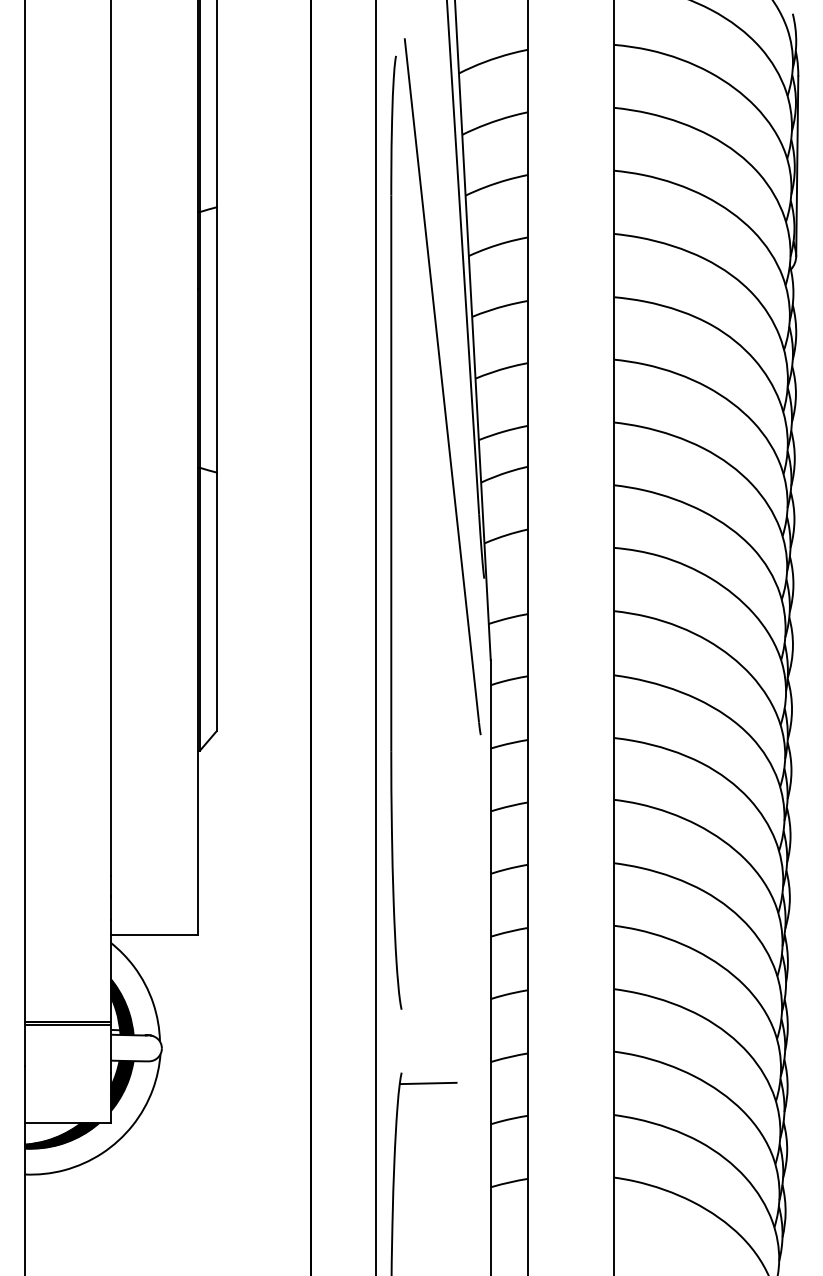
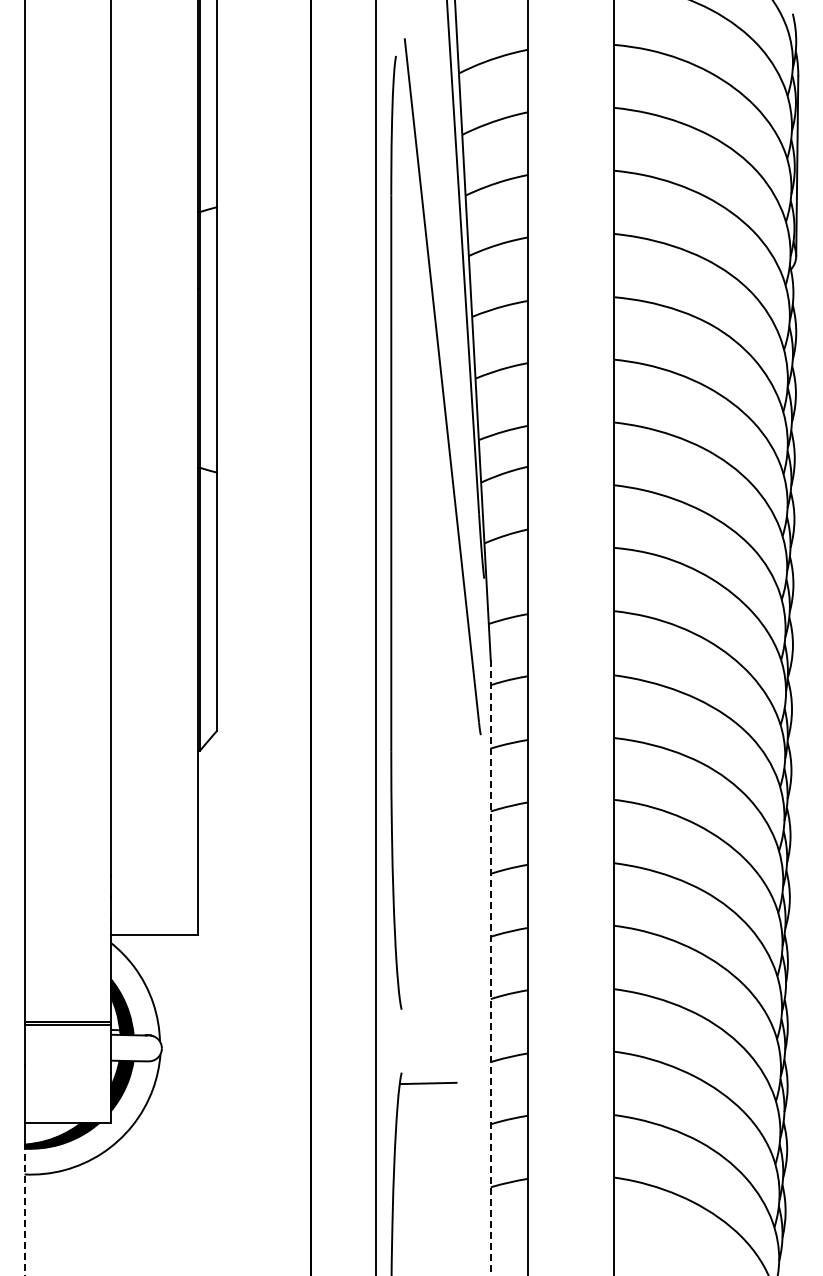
line at (490, 967): solid -> dashed
line at (24, 1209): solid -> dashed
